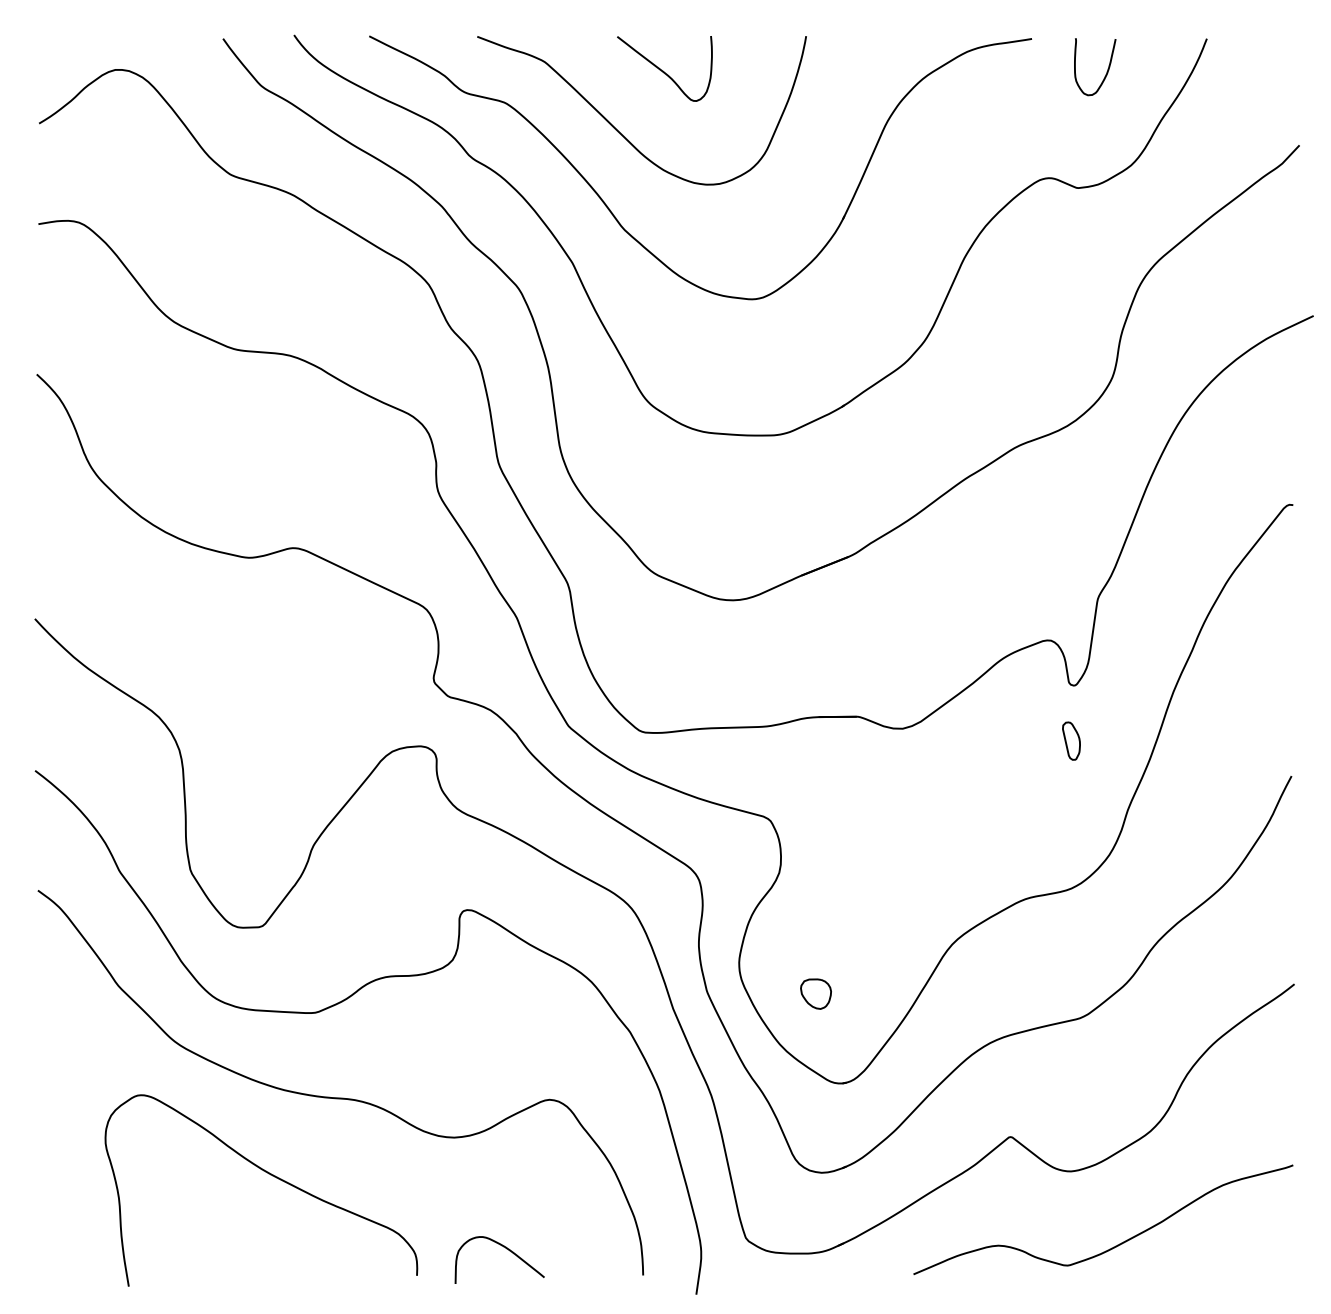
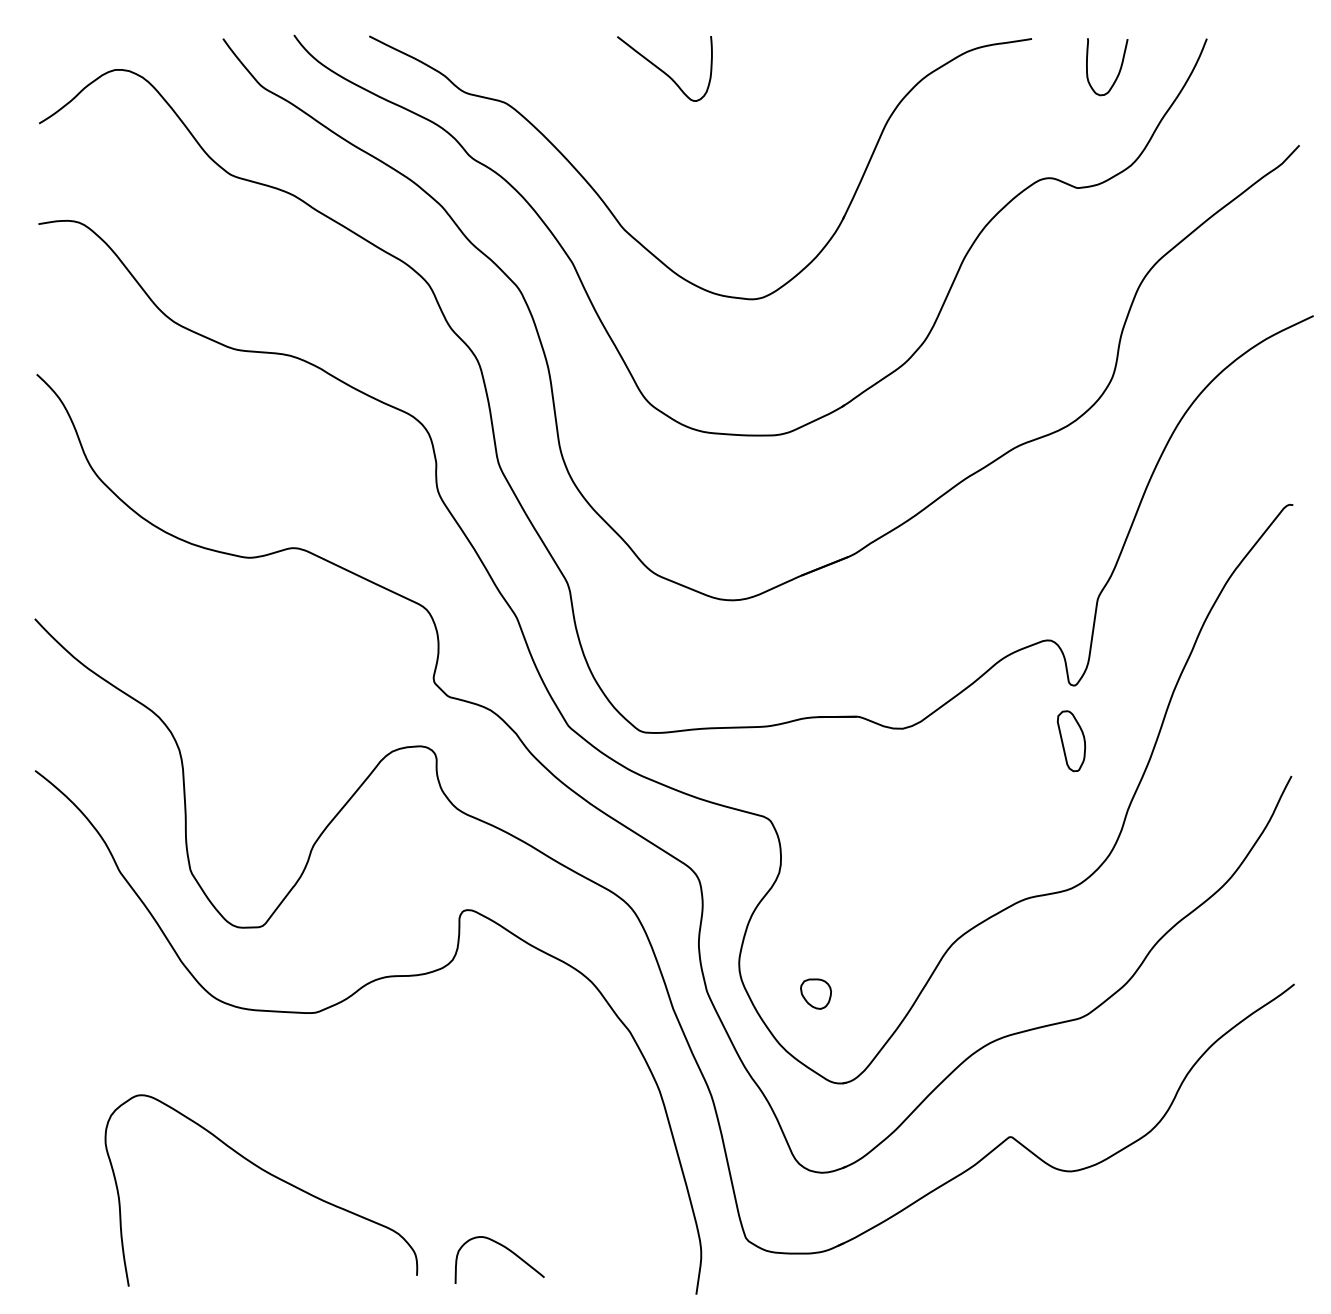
curve at (1106, 71) position: (1106, 71) -> (1118, 71)
curve at (619, 131): present -> none
part at (1071, 740) size: 19x40 px -> 31x63 px
curve at (340, 1097): present -> none
curve at (1115, 1245): present -> none
